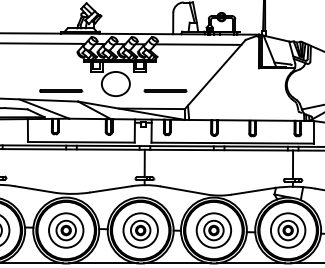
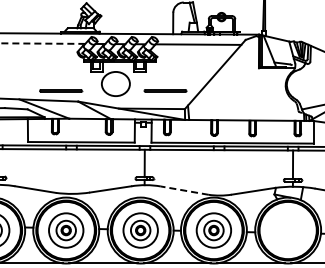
line at (42, 43): solid -> dashed
line at (184, 190): solid -> dashed
part at (288, 230): present -> none
